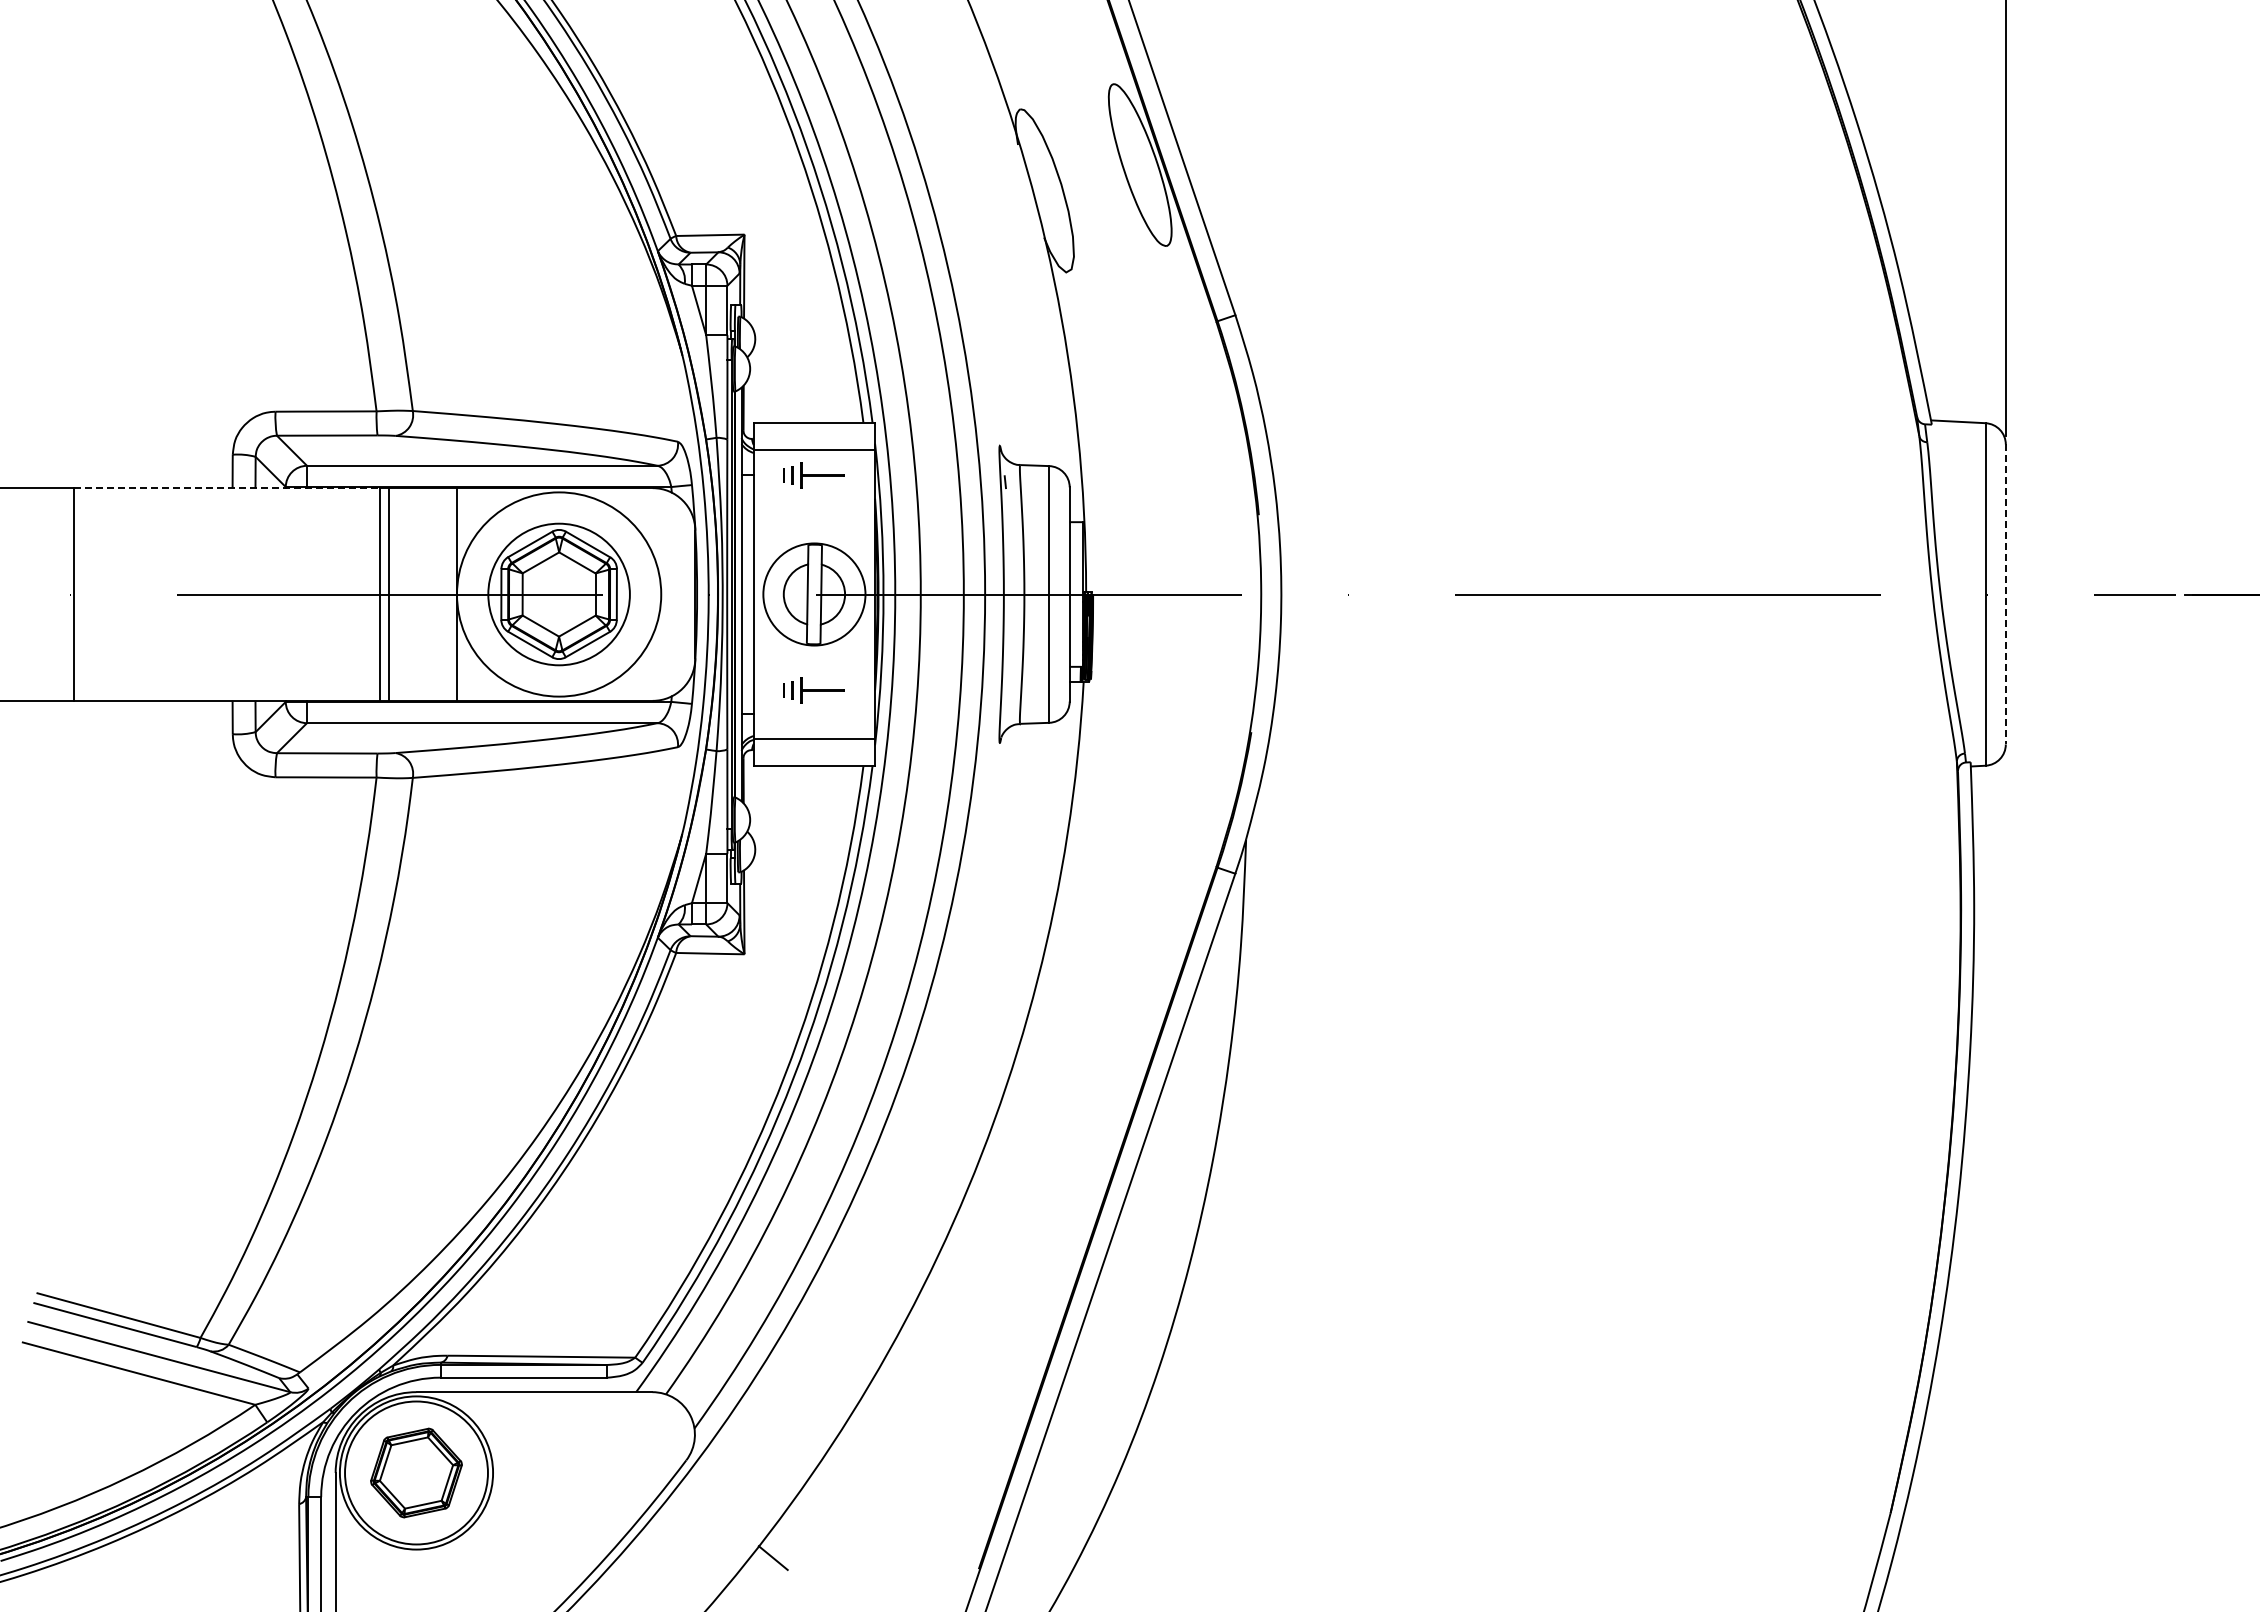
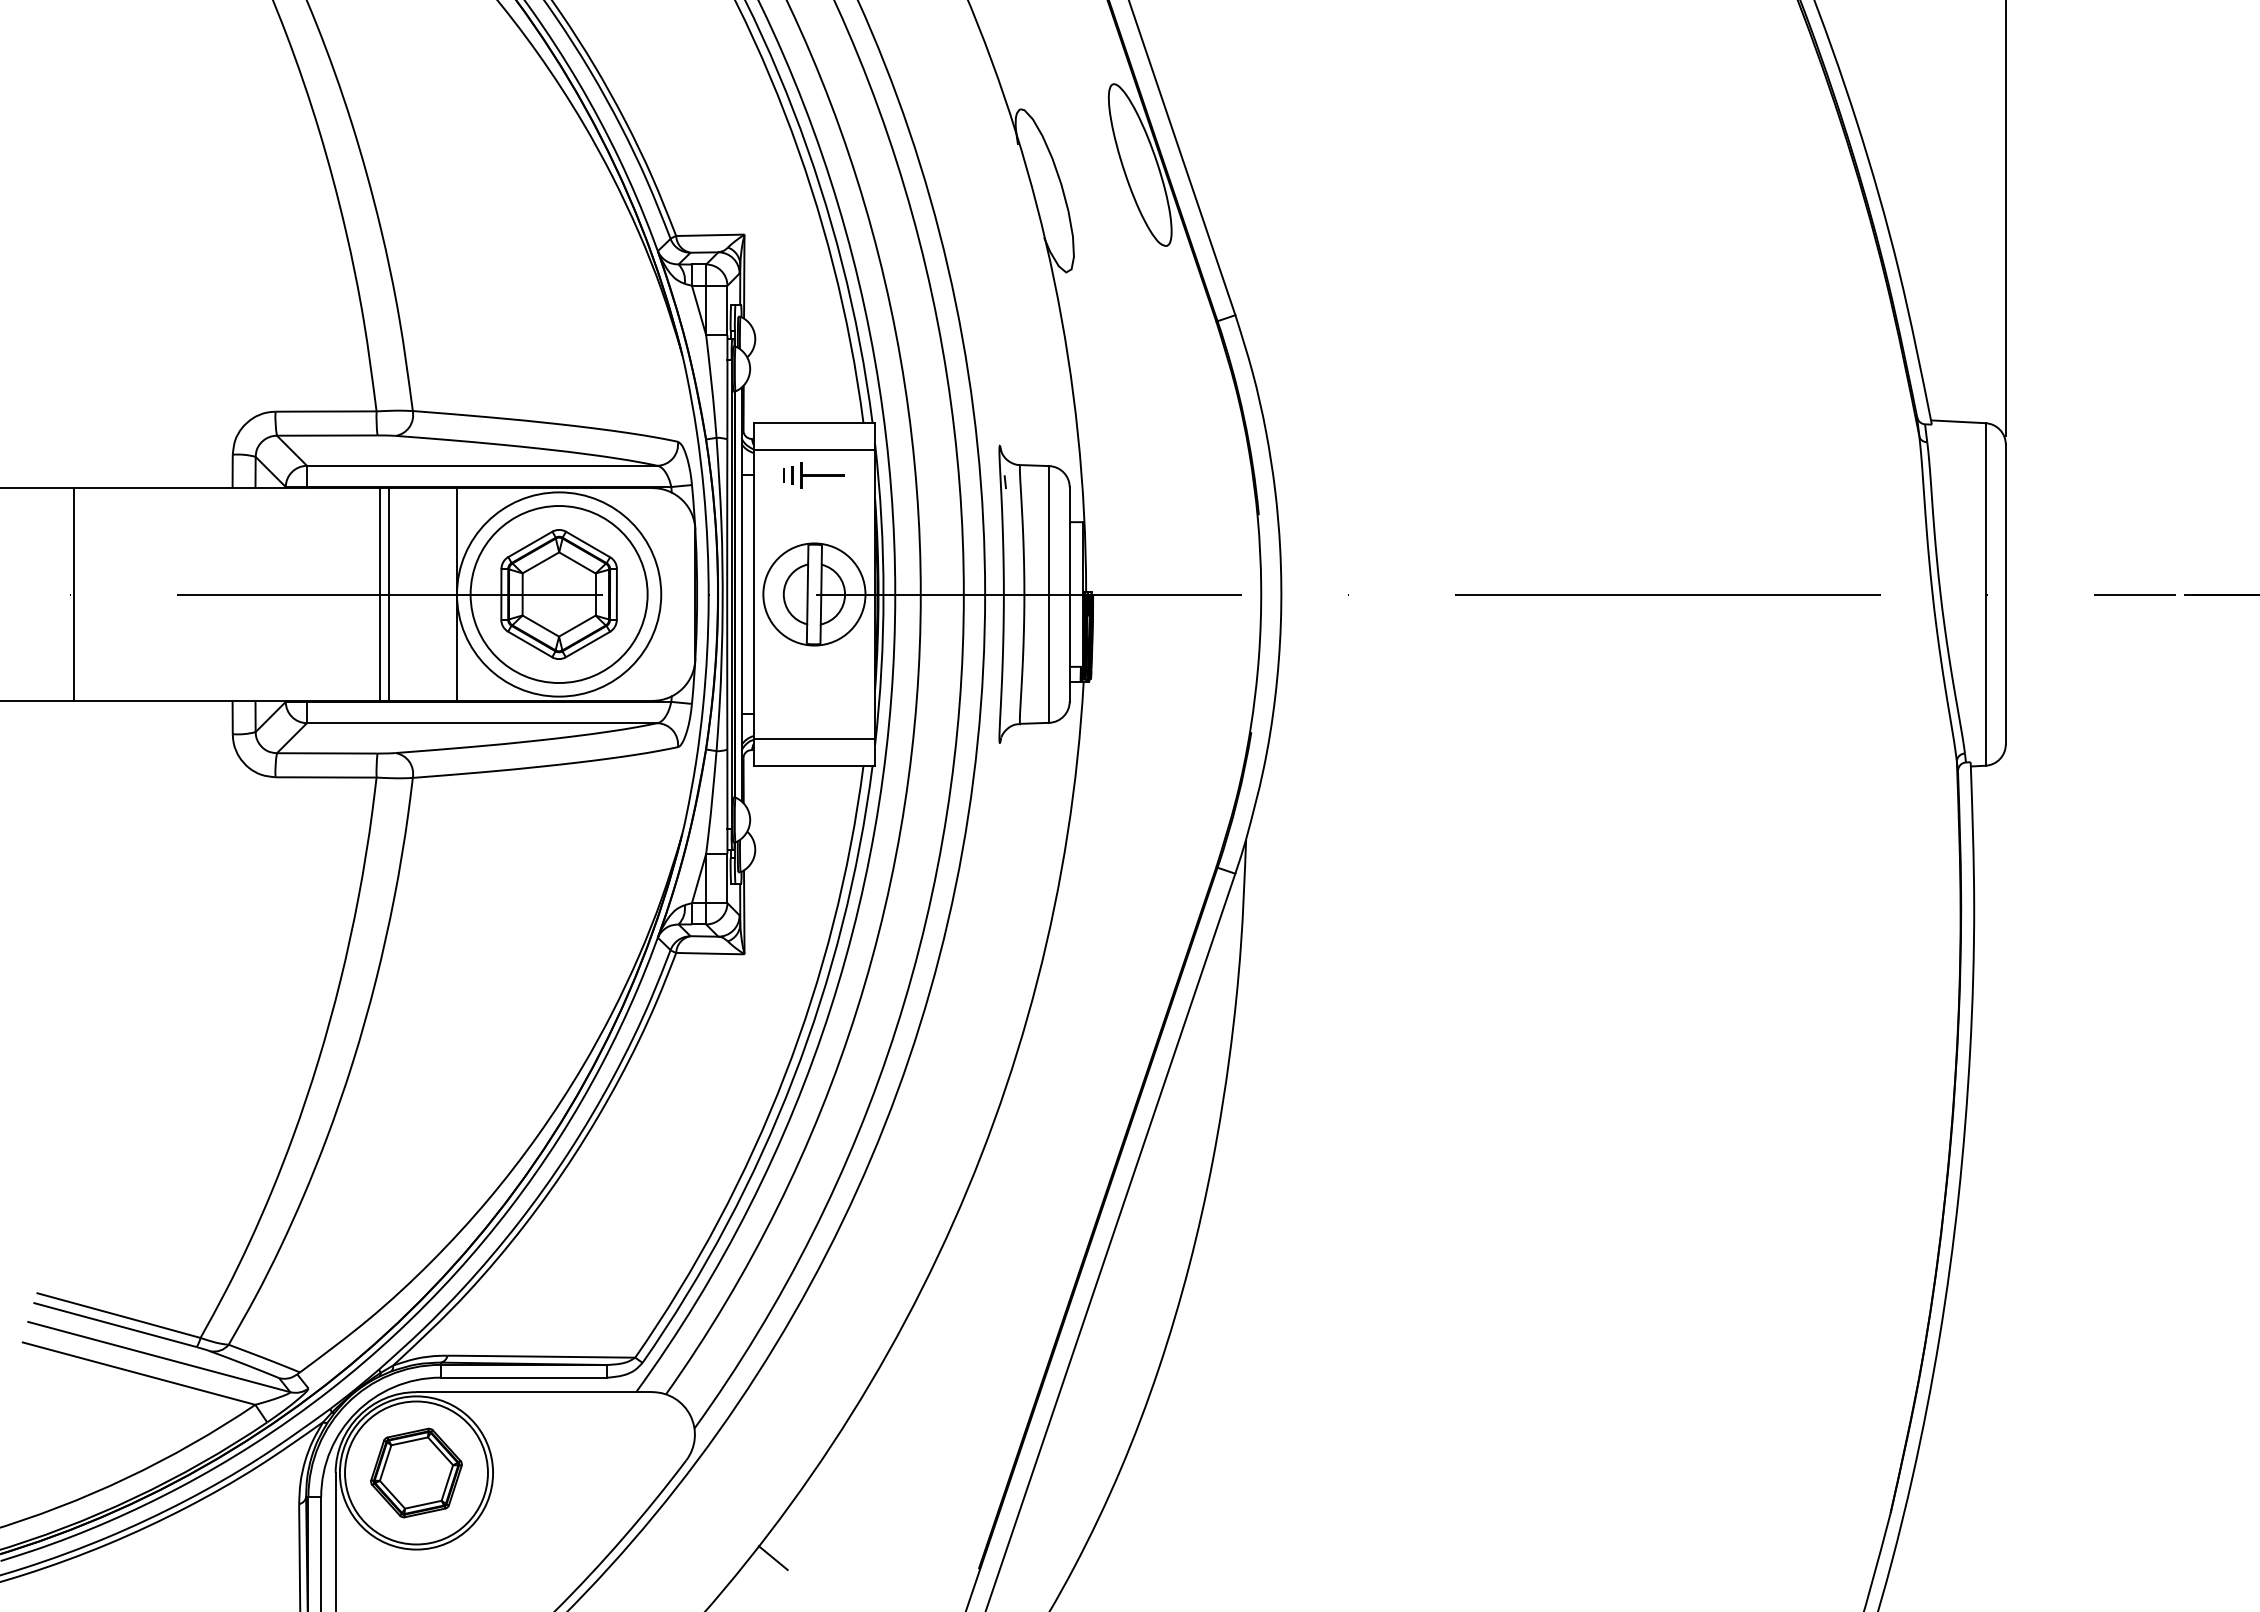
line at (227, 488): dashed -> solid
circle at (558, 594) diameter: 142 px -> 177 px
line at (2005, 594): dashed -> solid
part at (813, 690): present -> none
